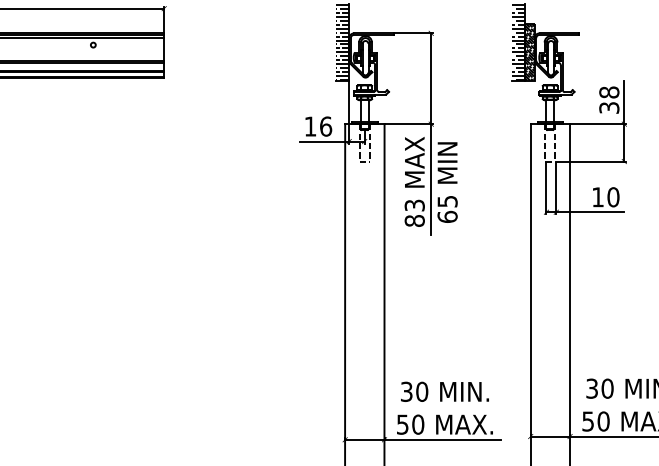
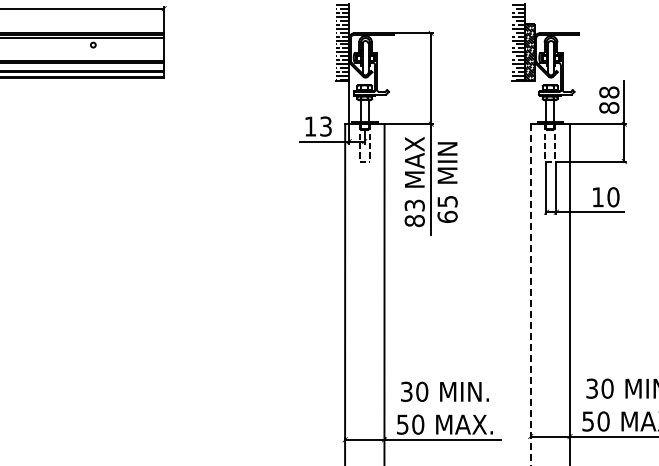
text at (609, 107): 38 -> 88
text at (326, 126): 16 -> 13
line at (530, 295): solid -> dashed
